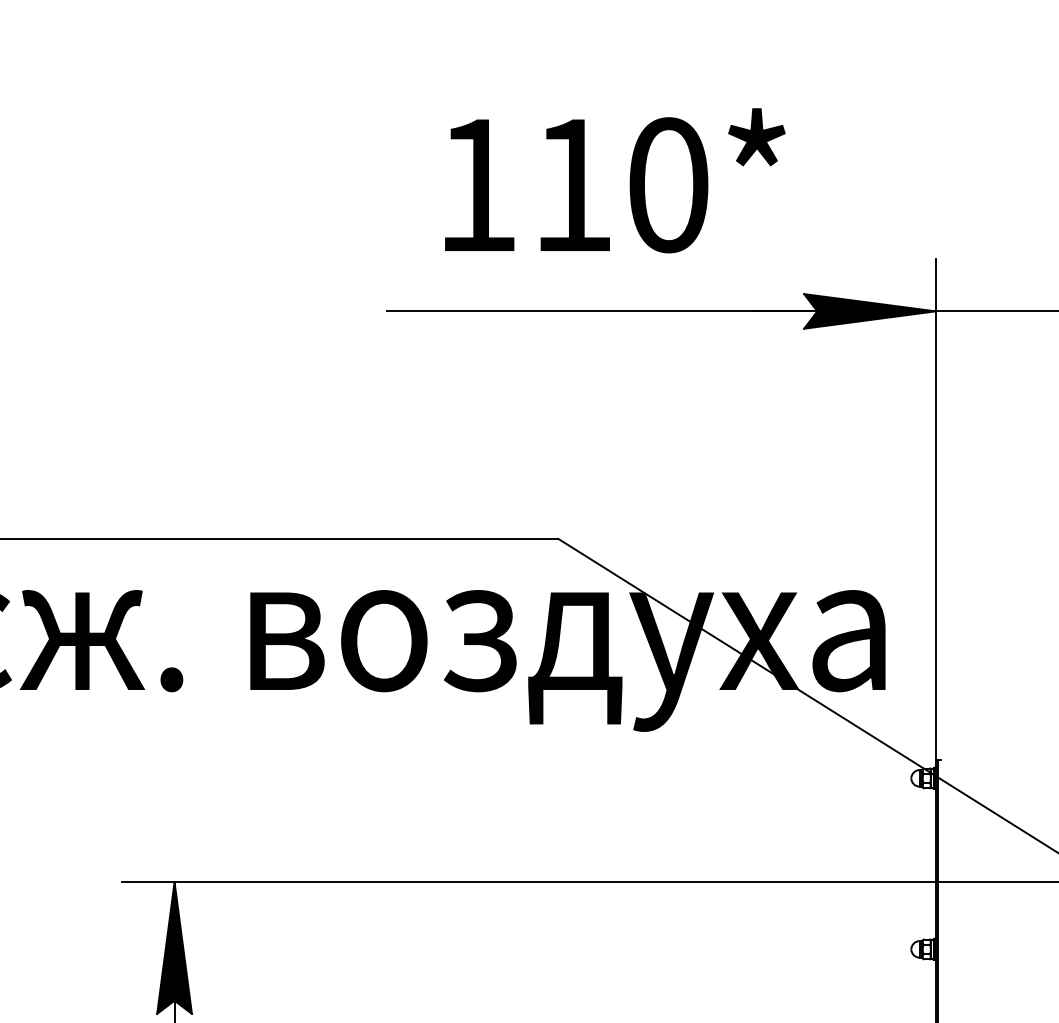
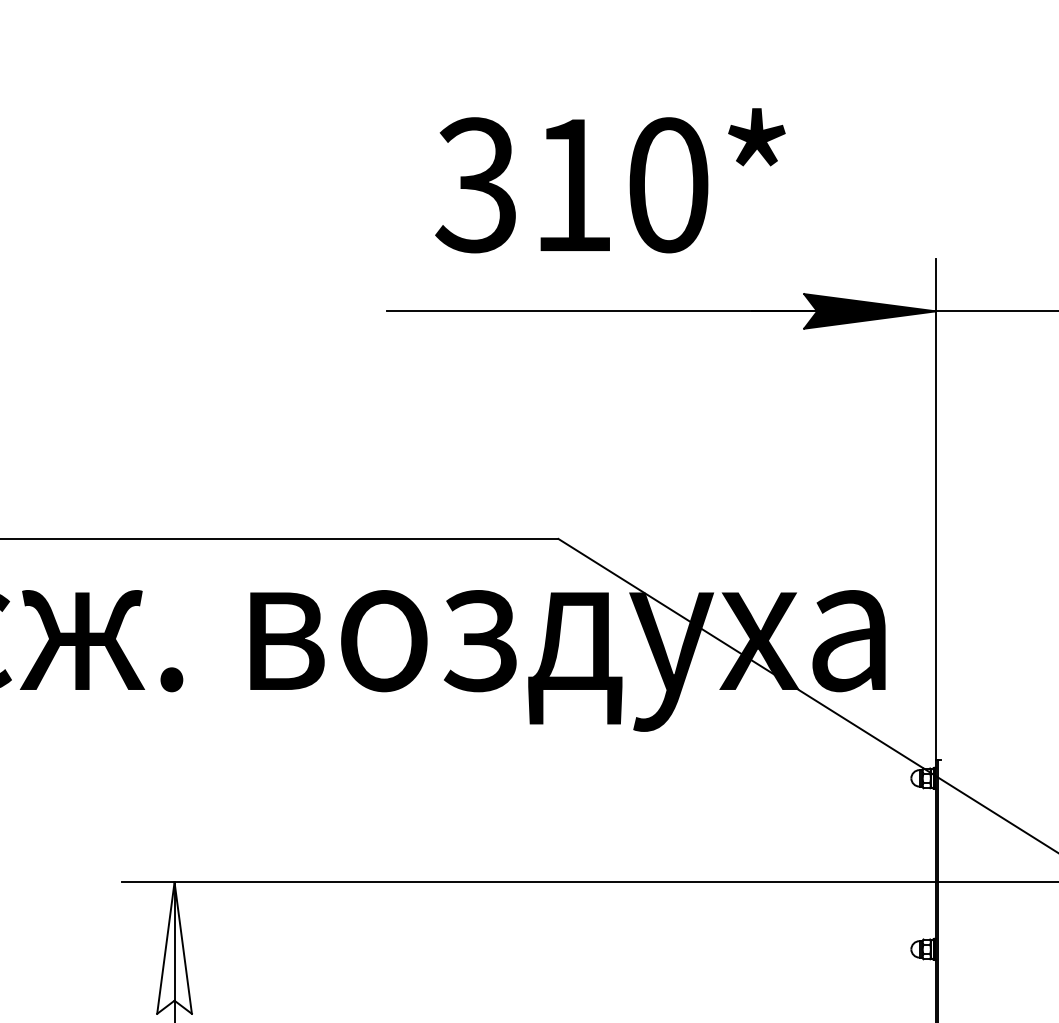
text at (475, 185): 110* -> 310*
fill at (174, 947): present -> none
